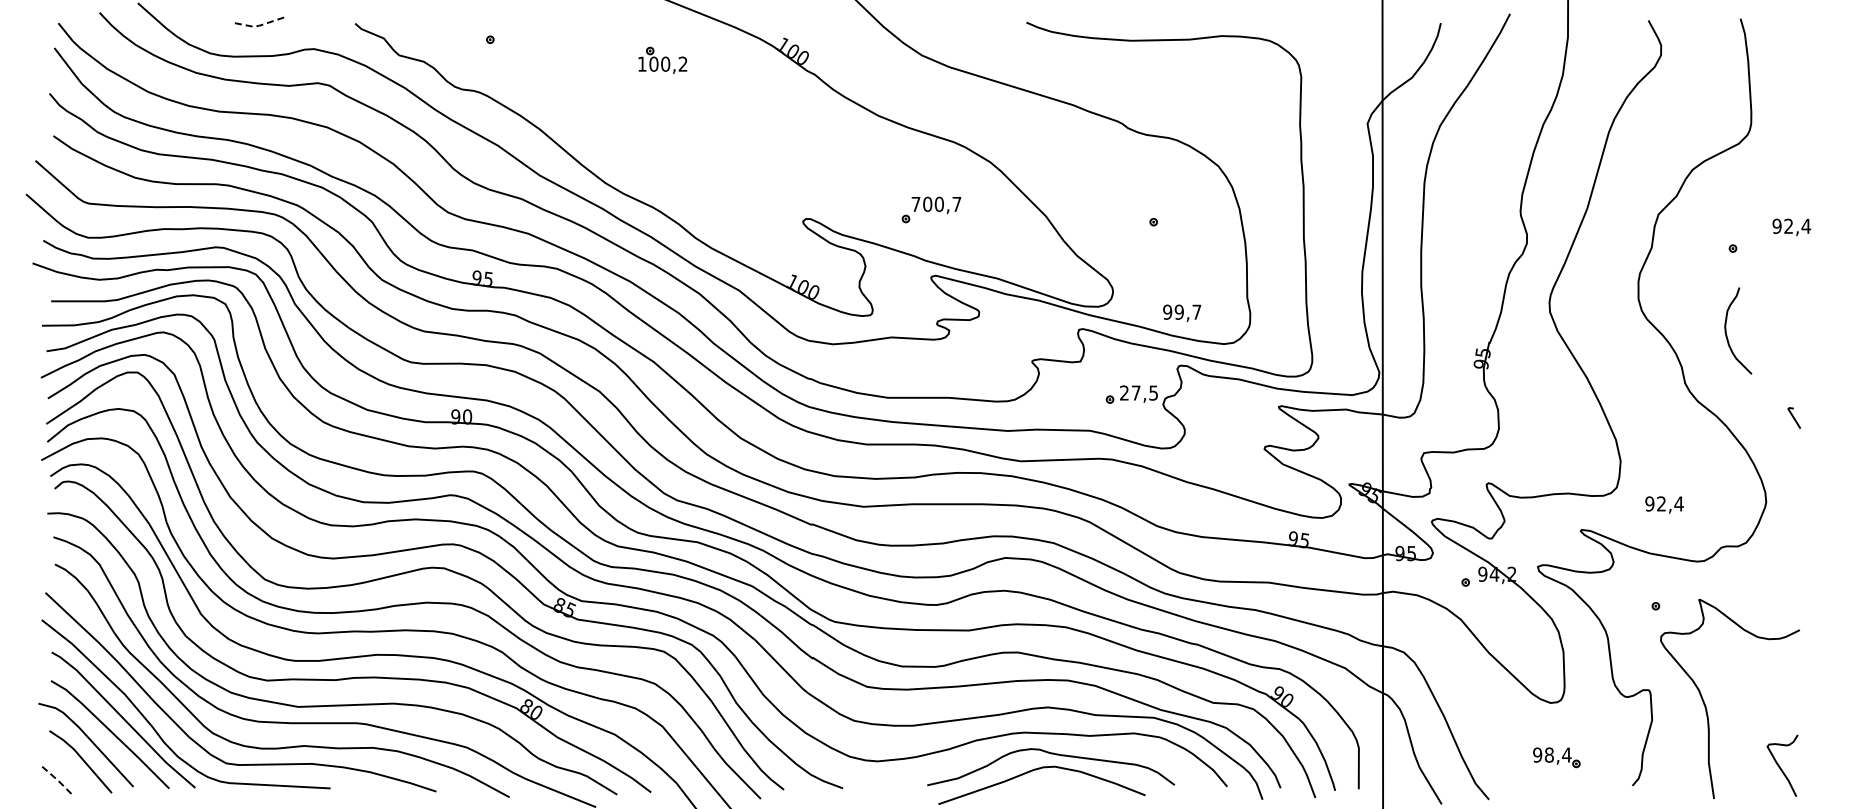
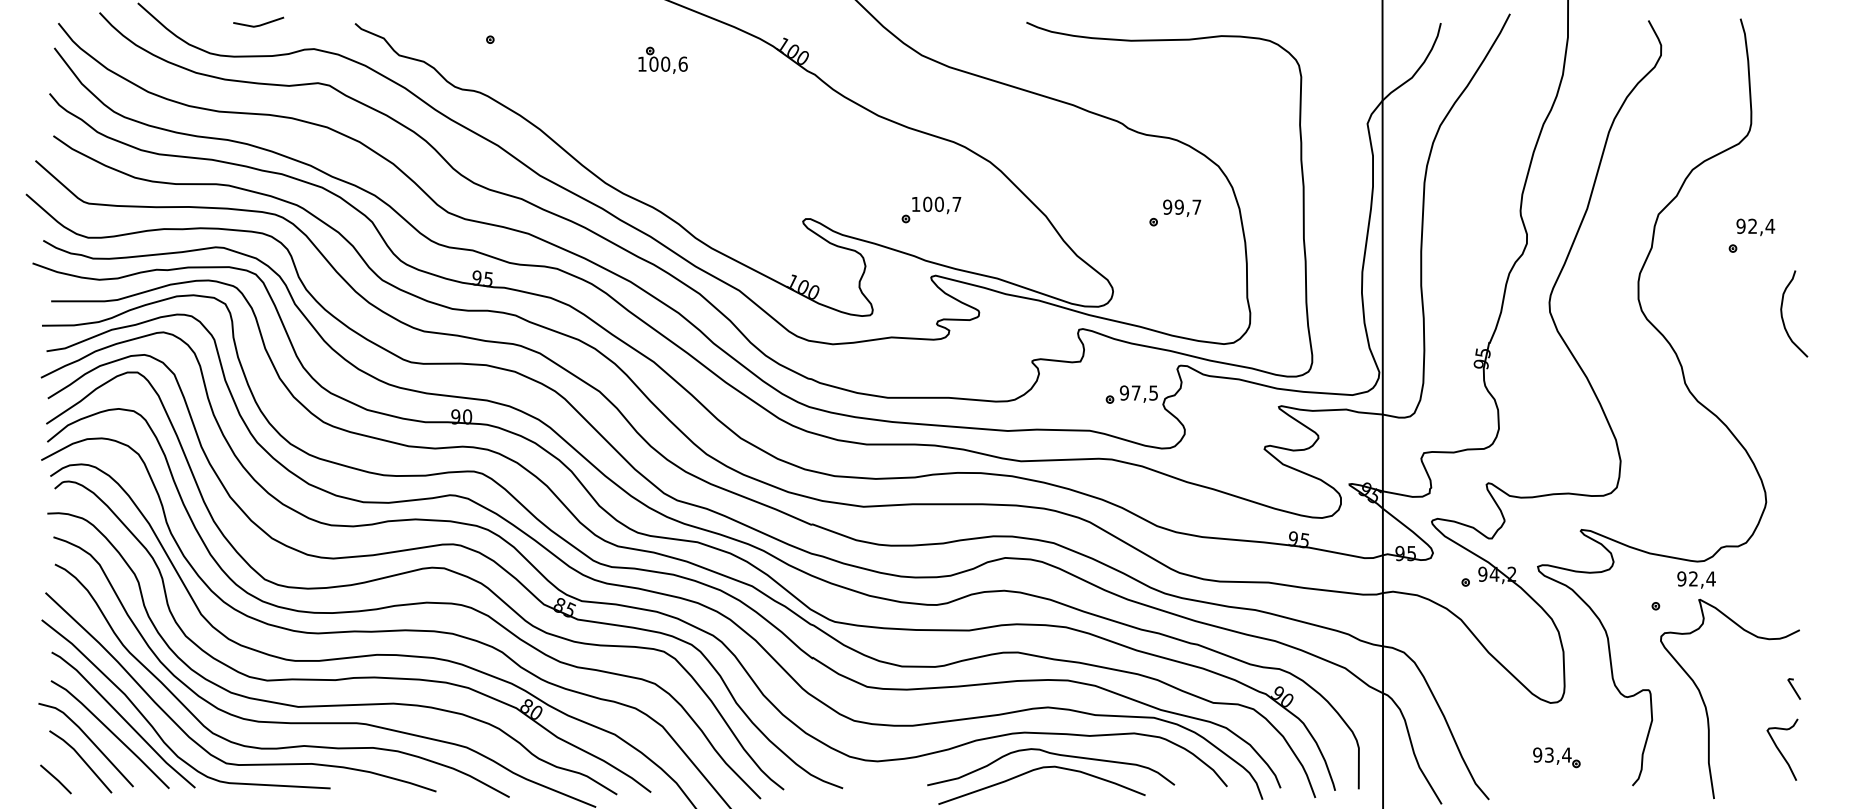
line at (258, 25): dashed -> solid
text at (682, 63): 100,2 -> 100,6
text at (915, 204): 700,7 -> 100,7
text at (1791, 227) position: (1791, 227) -> (1755, 227)
text at (1182, 312) position: (1182, 312) -> (1182, 207)
curve at (1726, 330) position: (1726, 330) -> (1782, 313)
text at (1123, 392): 27,5 -> 97,5
line at (1793, 417) position: (1793, 417) -> (1793, 688)
text at (1664, 504) position: (1664, 504) -> (1696, 579)
text at (1548, 754): 98,4 -> 93,4
curve at (1780, 766) position: (1780, 766) -> (1780, 750)
line at (56, 779): dashed -> solid
